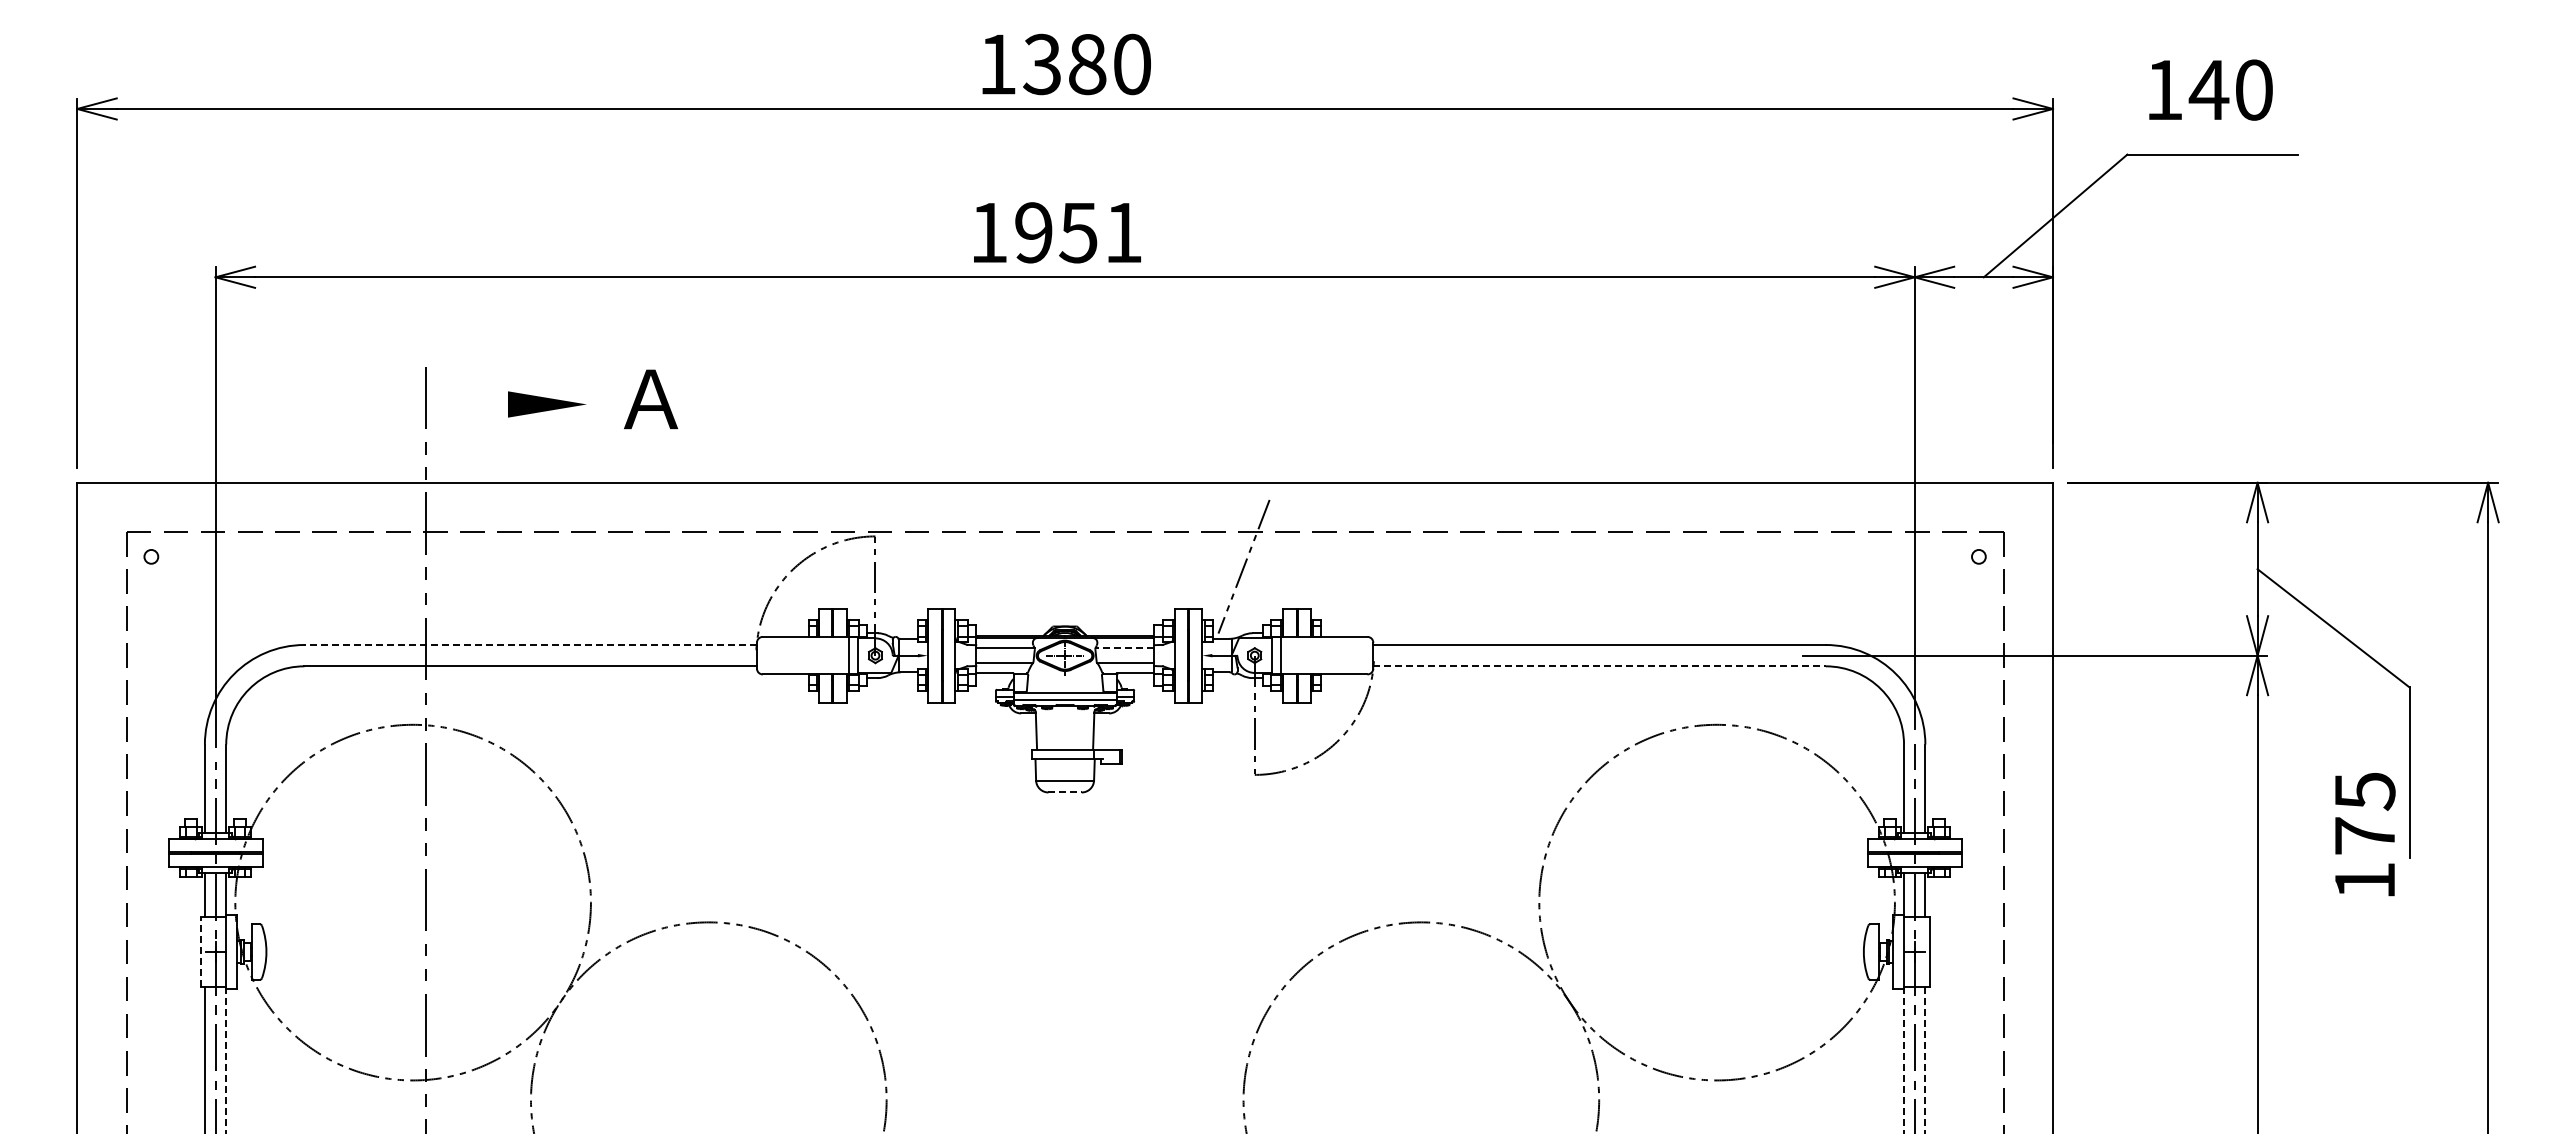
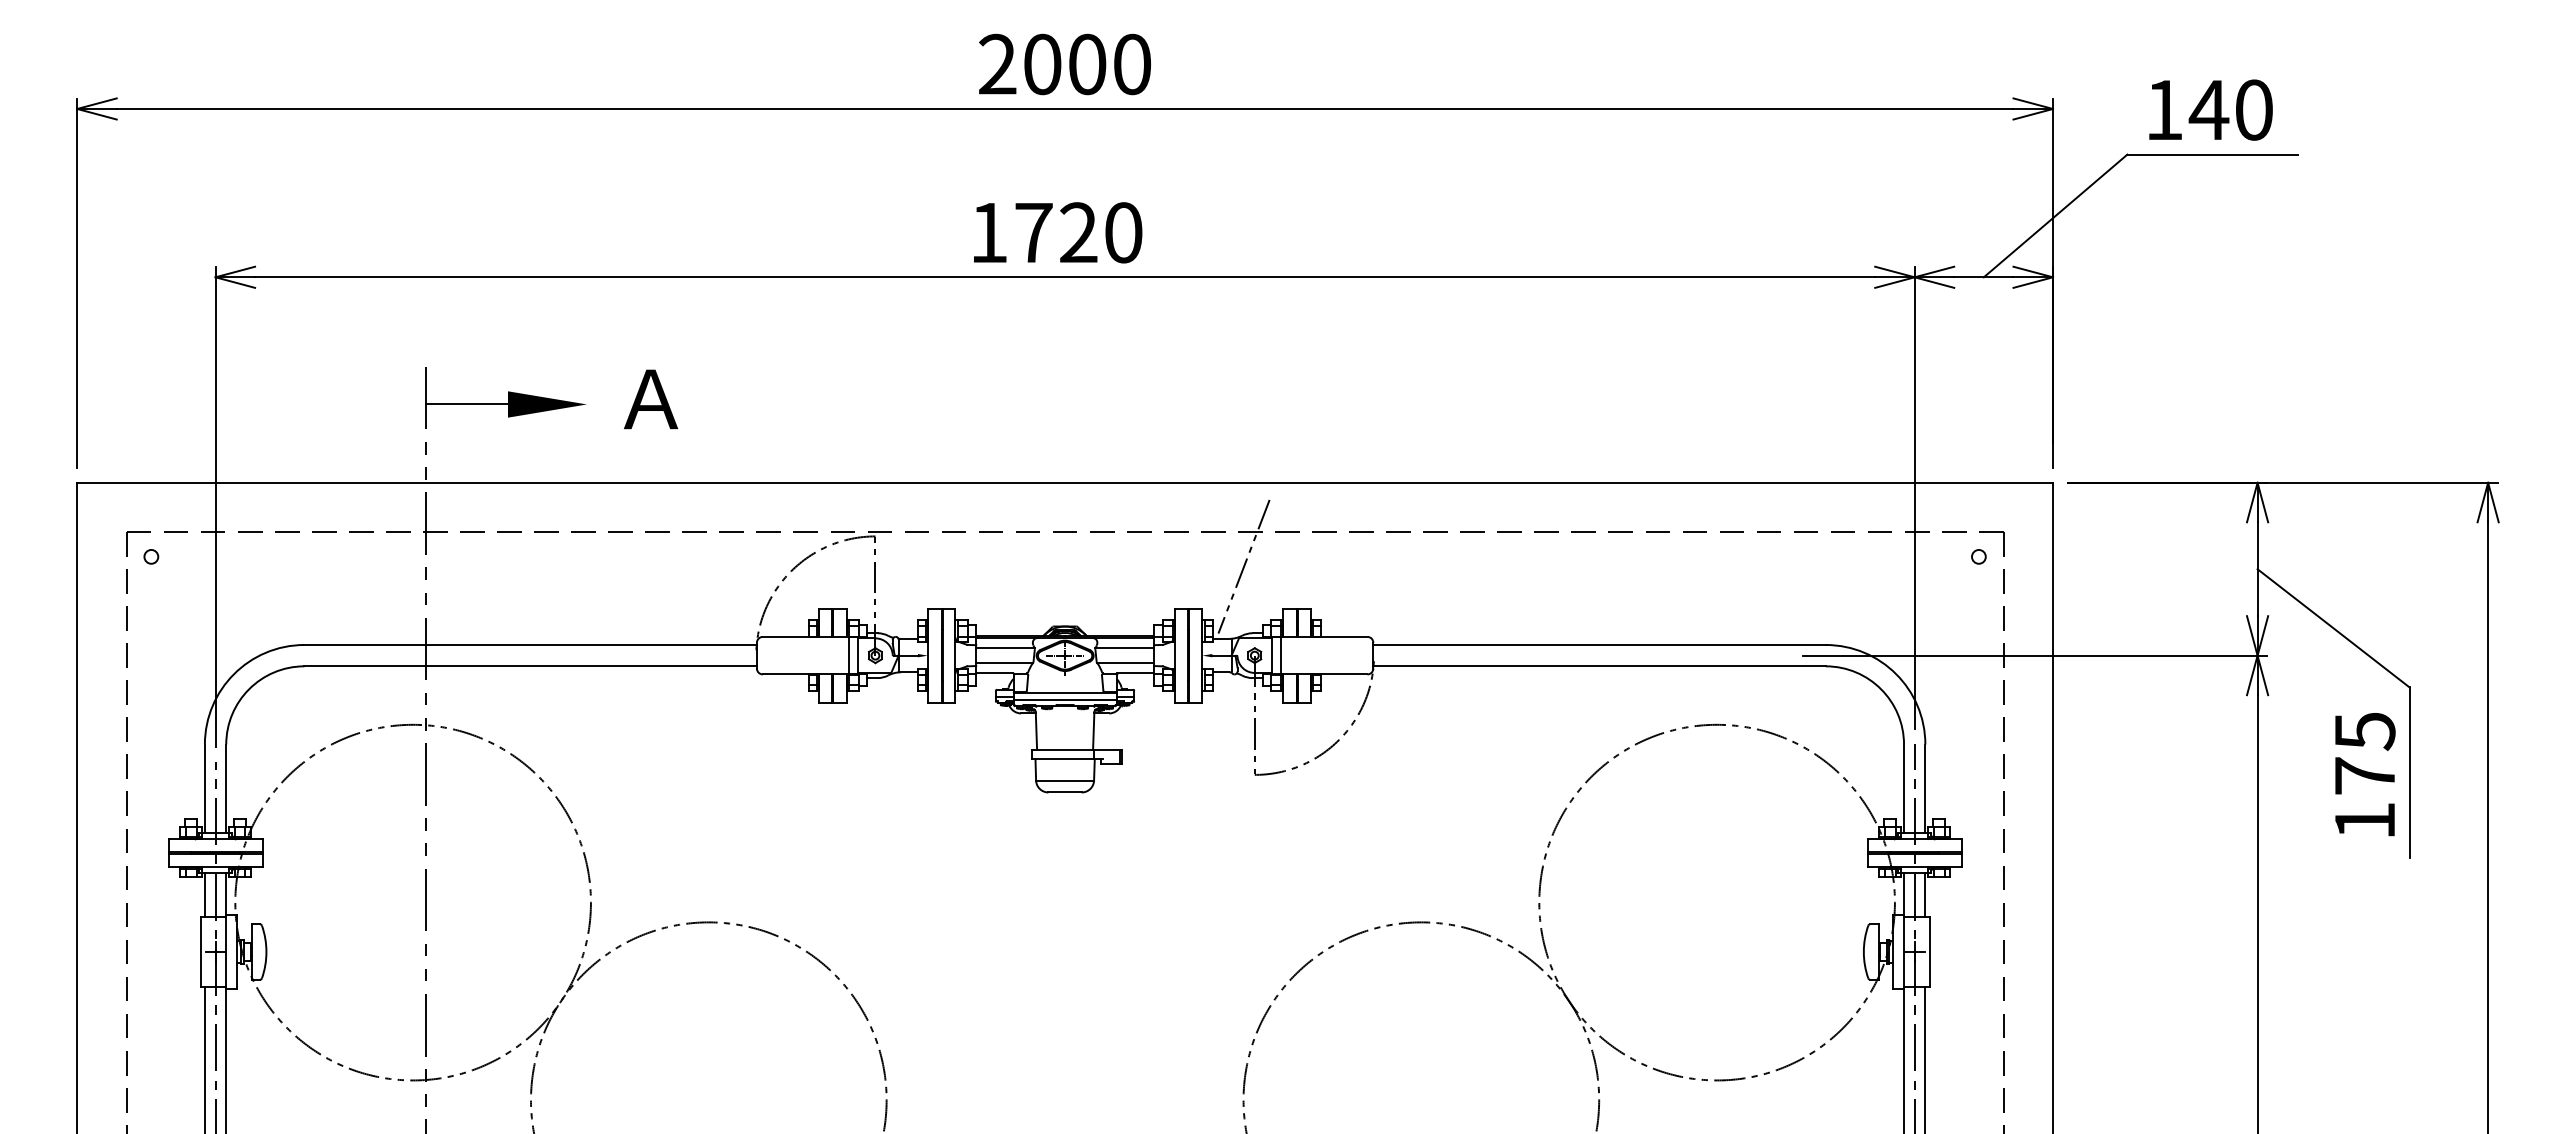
text at (1042, 64): 1380 -> 2000
text at (2210, 89) position: (2210, 89) -> (2210, 109)
text at (1078, 232): 1951 -> 1720
line at (466, 404): none -> present
line at (530, 644): dashed -> solid
line at (1124, 648): dashed -> solid
line at (1600, 666): dashed -> solid
line at (1065, 792): dashed -> solid
text at (2365, 834) position: (2365, 834) -> (2365, 774)
line at (200, 952): dashed -> solid
line at (226, 1060): dashed -> solid
line at (1903, 1060): dashed -> solid
line at (1925, 1060): dashed -> solid
